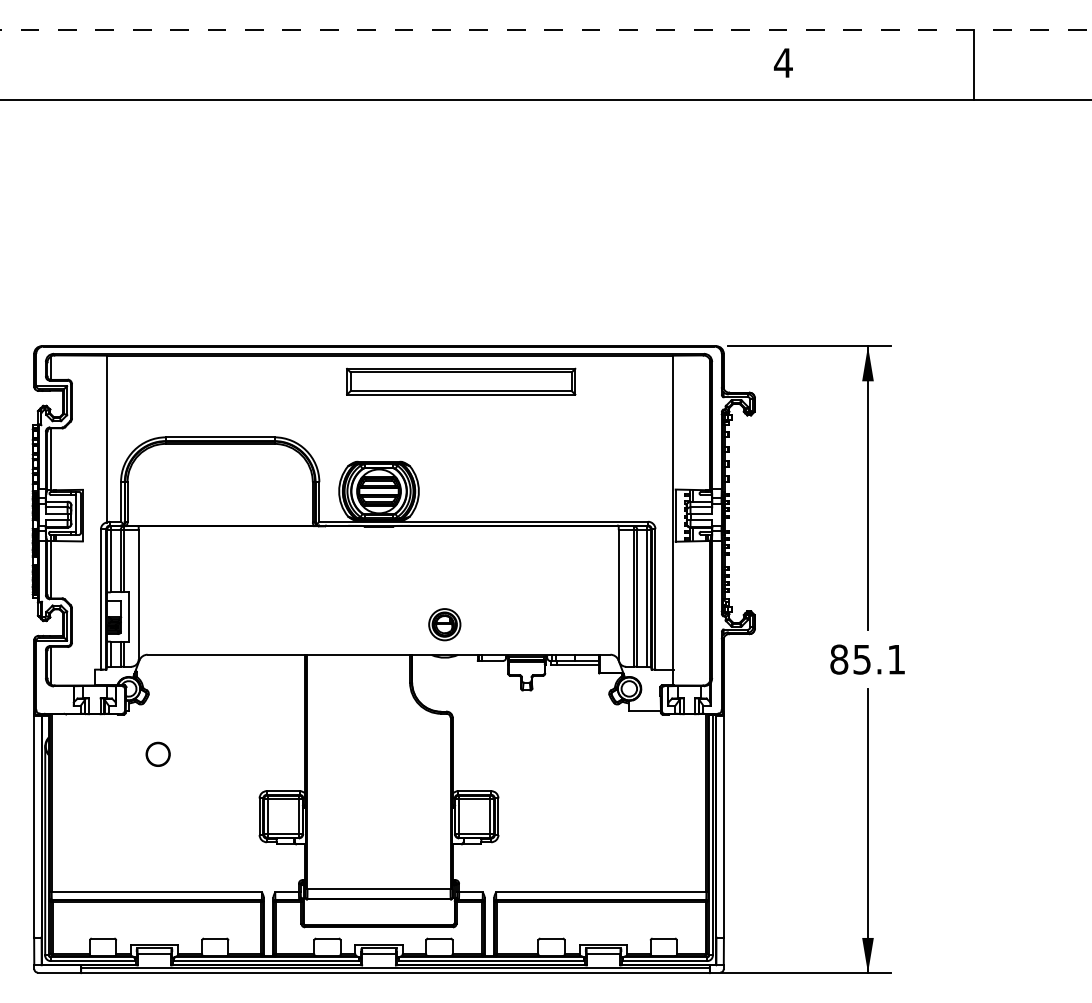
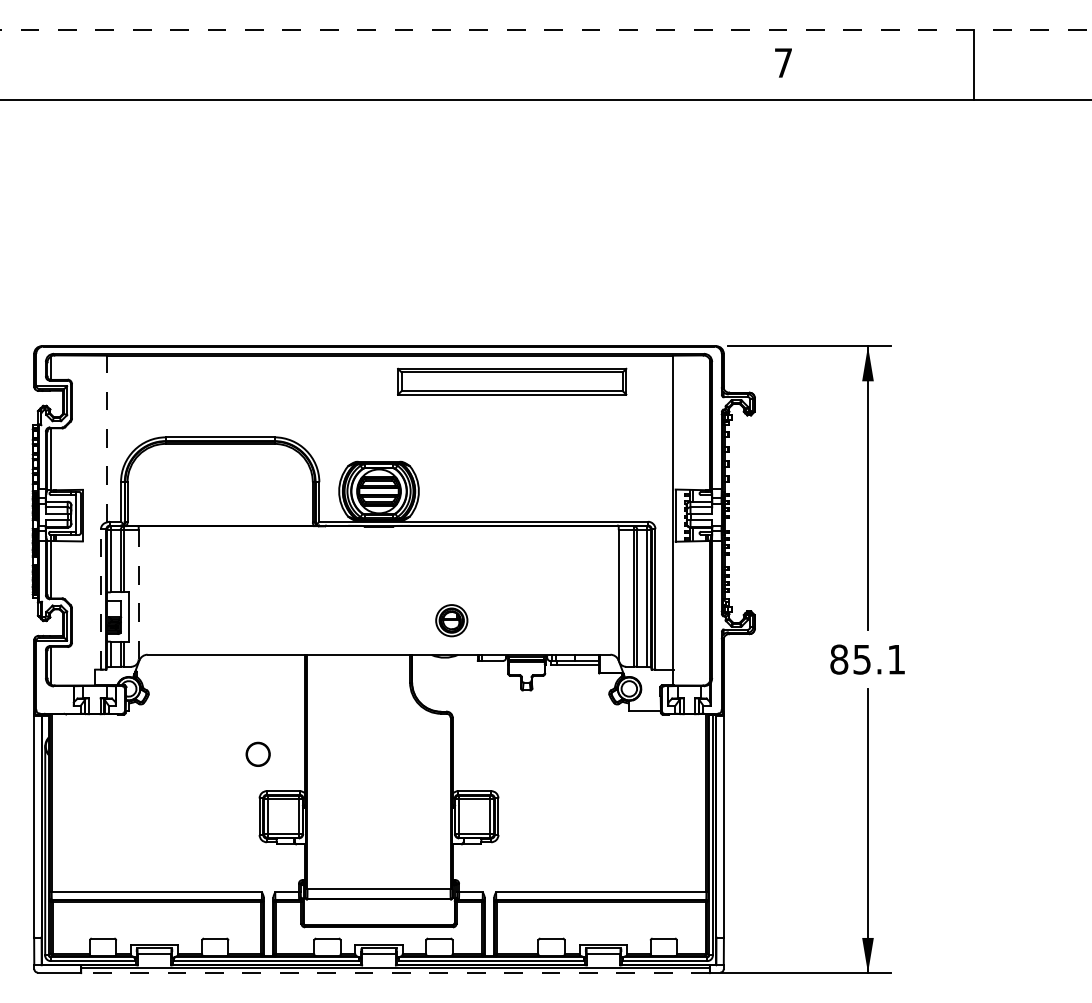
text at (782, 62): 4 -> 7
part at (461, 381) position: (461, 381) -> (512, 381)
line at (106, 438): solid -> dashed
line at (138, 594): solid -> dashed
line at (100, 598): solid -> dashed
part at (444, 624) position: (444, 624) -> (451, 620)
circle at (157, 753) position: (157, 753) -> (257, 753)
line at (395, 973): solid -> dashed
